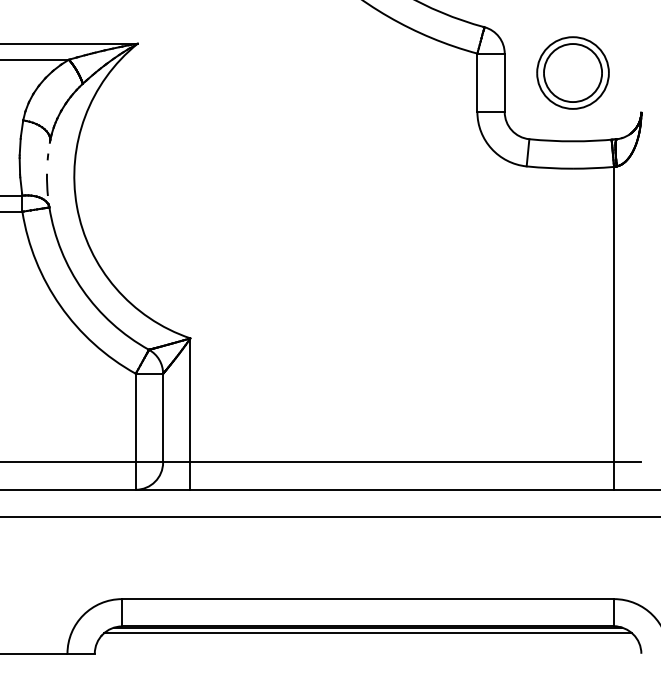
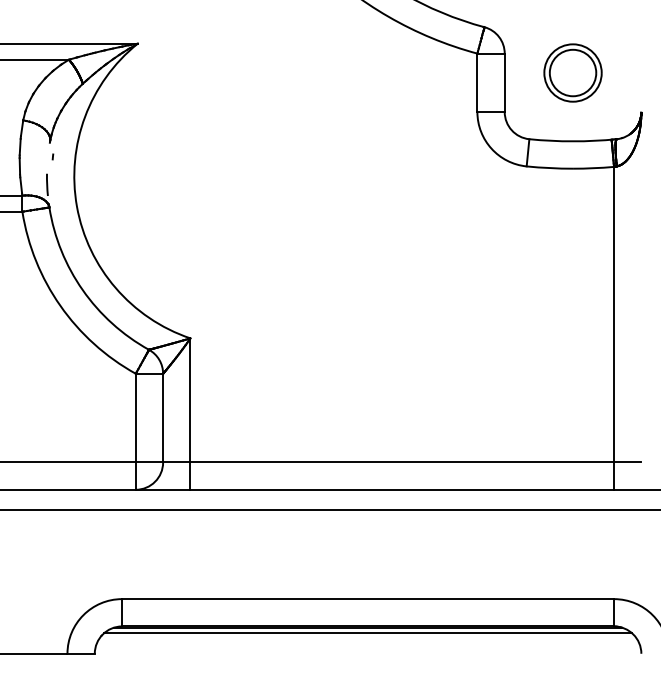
part at (572, 72) size: 74x74 px -> 60x60 px
arc at (47, 156) position: (47, 156) -> (52, 156)
line at (329, 517) position: (329, 517) -> (329, 510)
